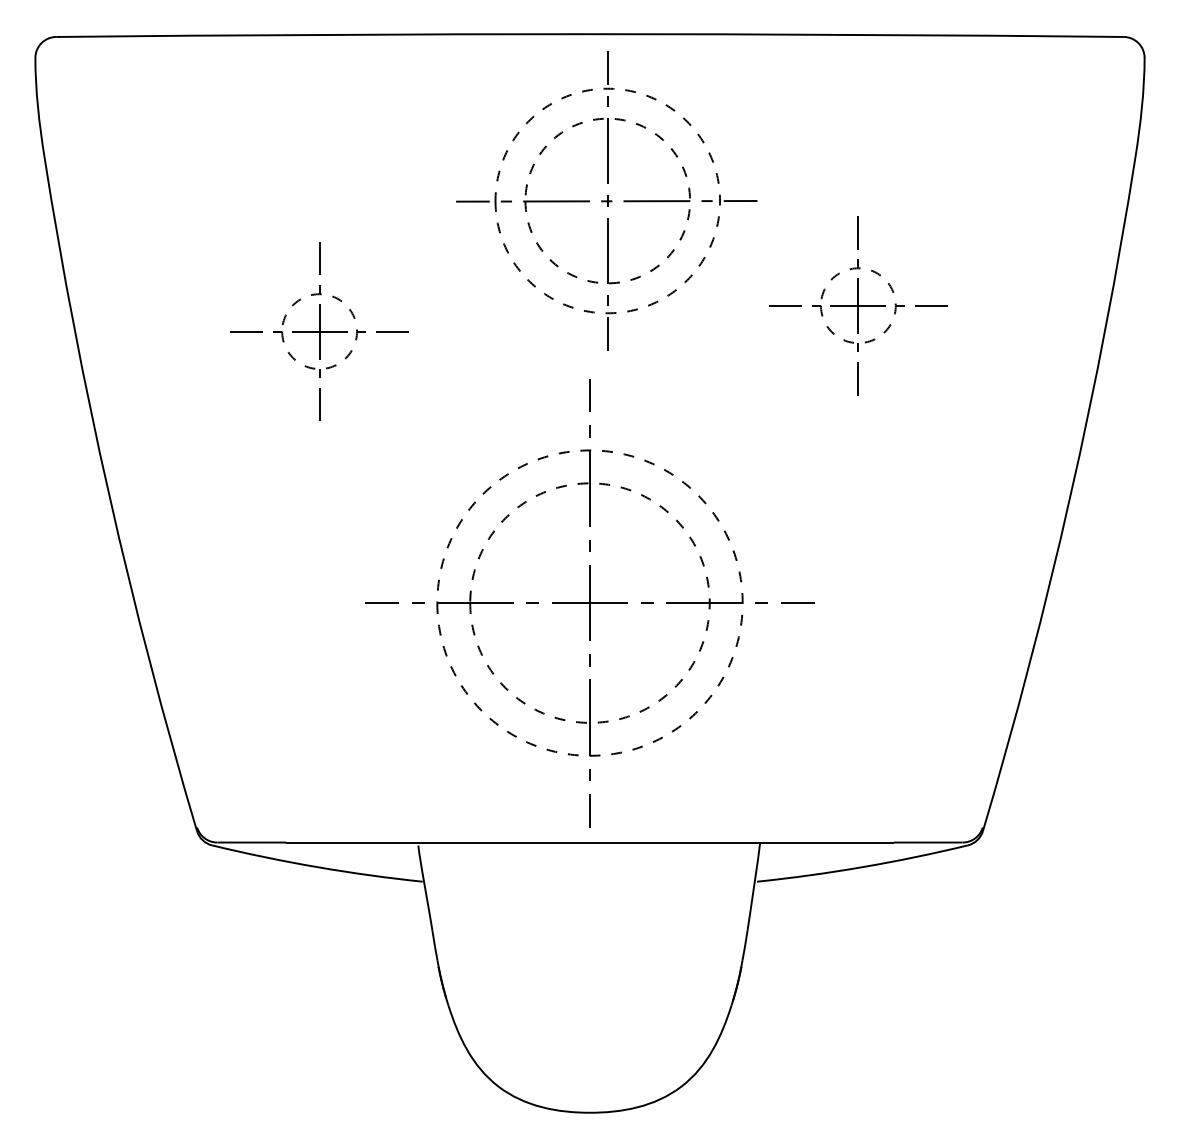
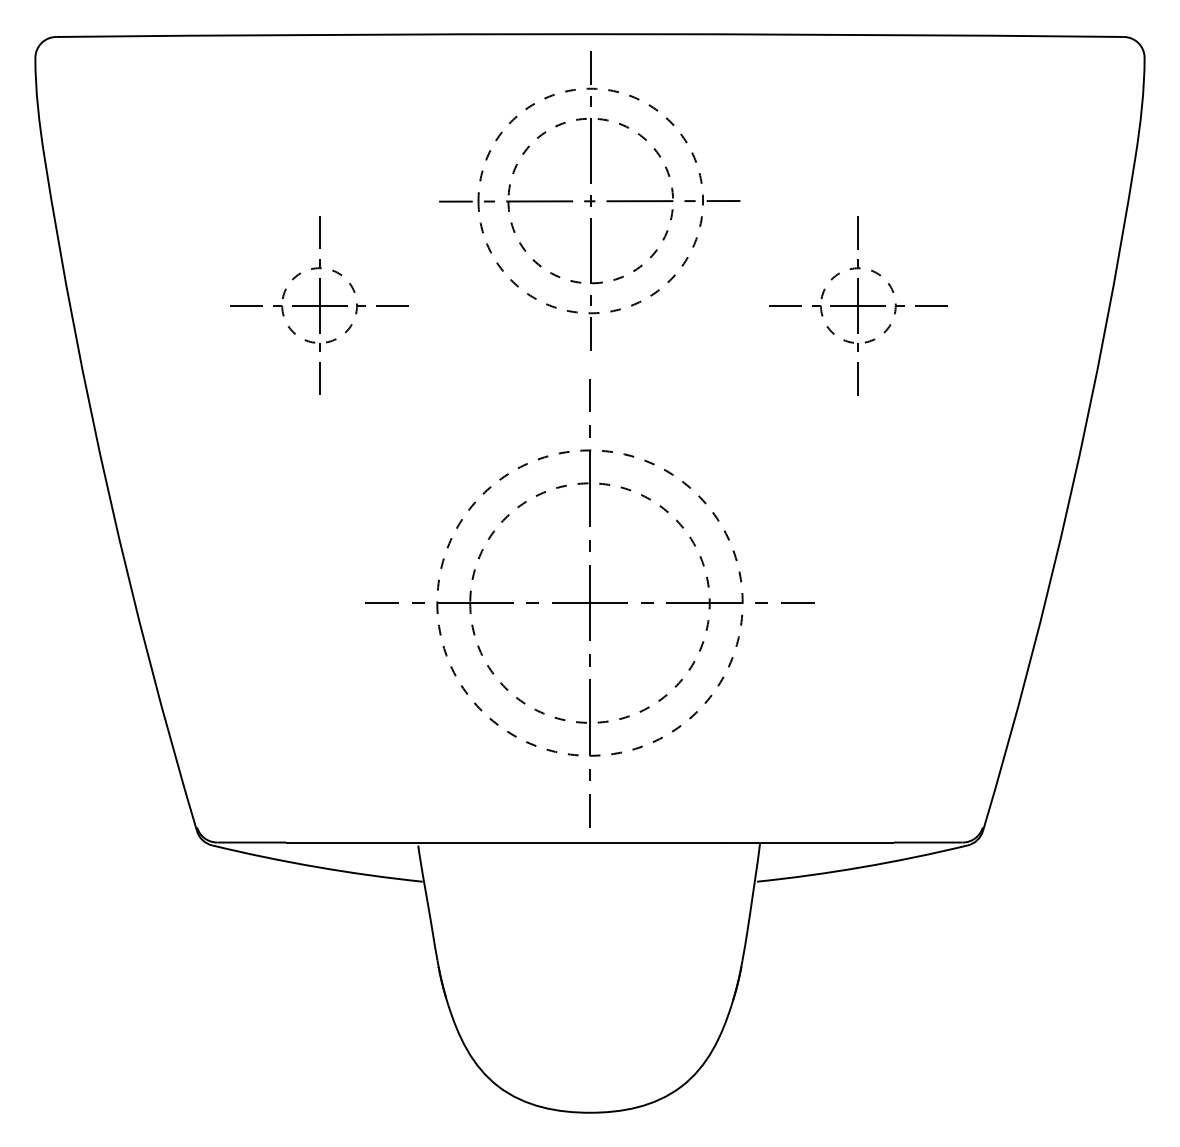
part at (606, 200) position: (606, 200) -> (589, 200)
part at (319, 331) position: (319, 331) -> (319, 305)
